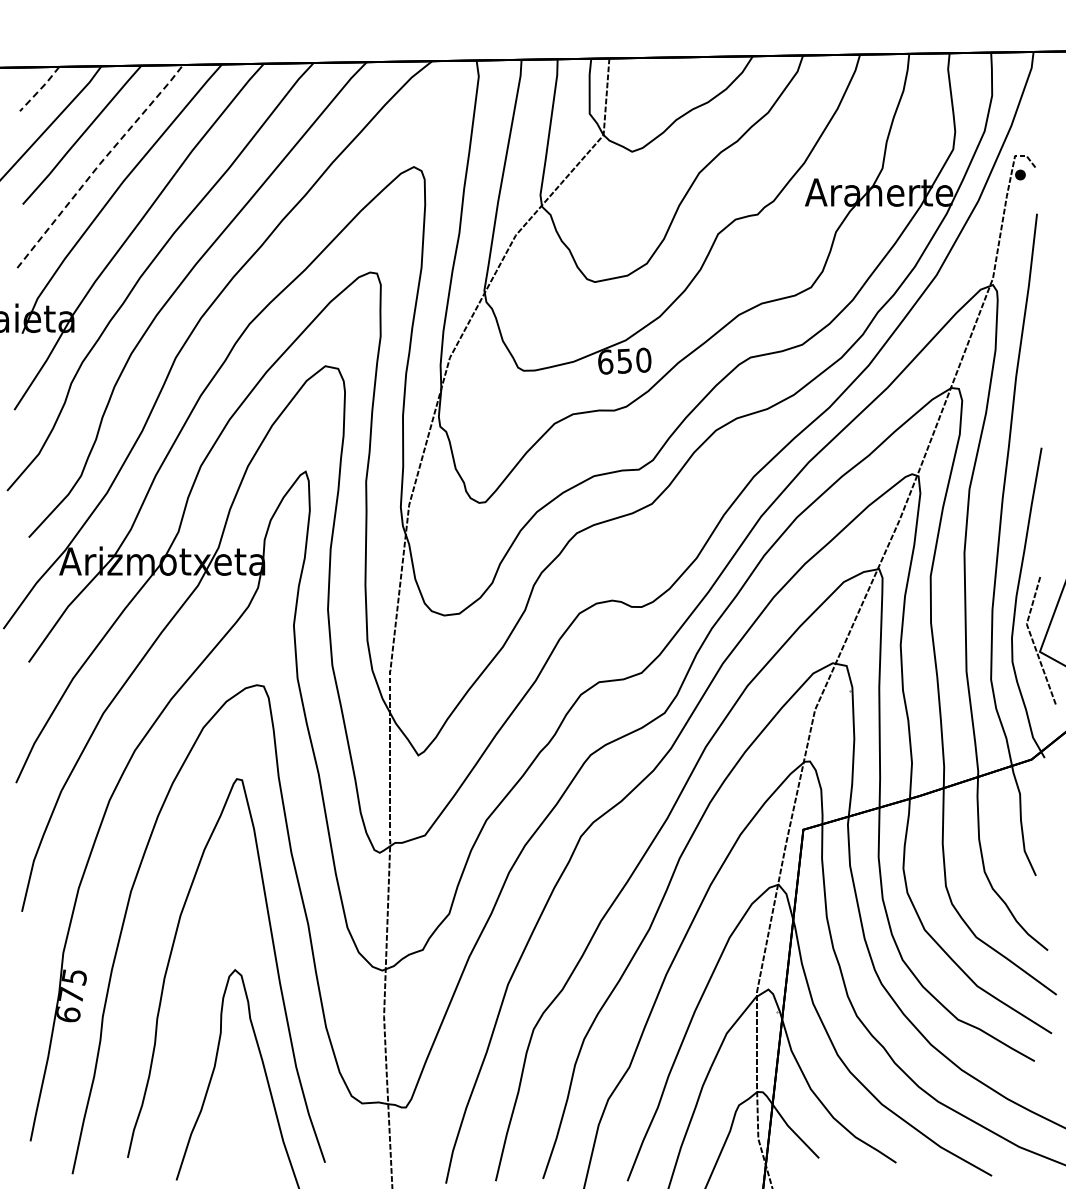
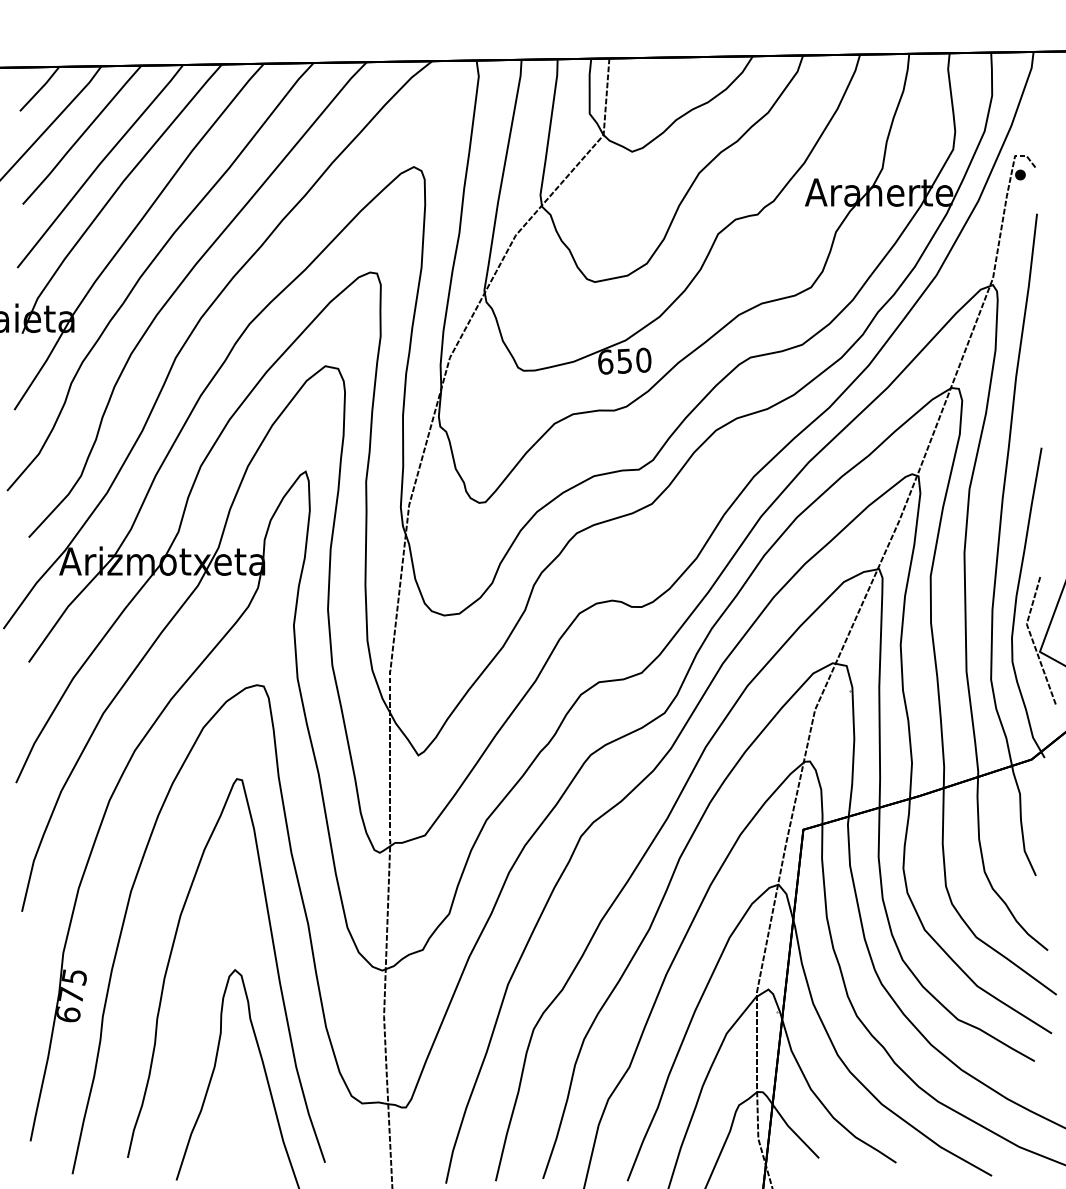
line at (40, 89): dashed -> solid
line at (99, 164): dashed -> solid
